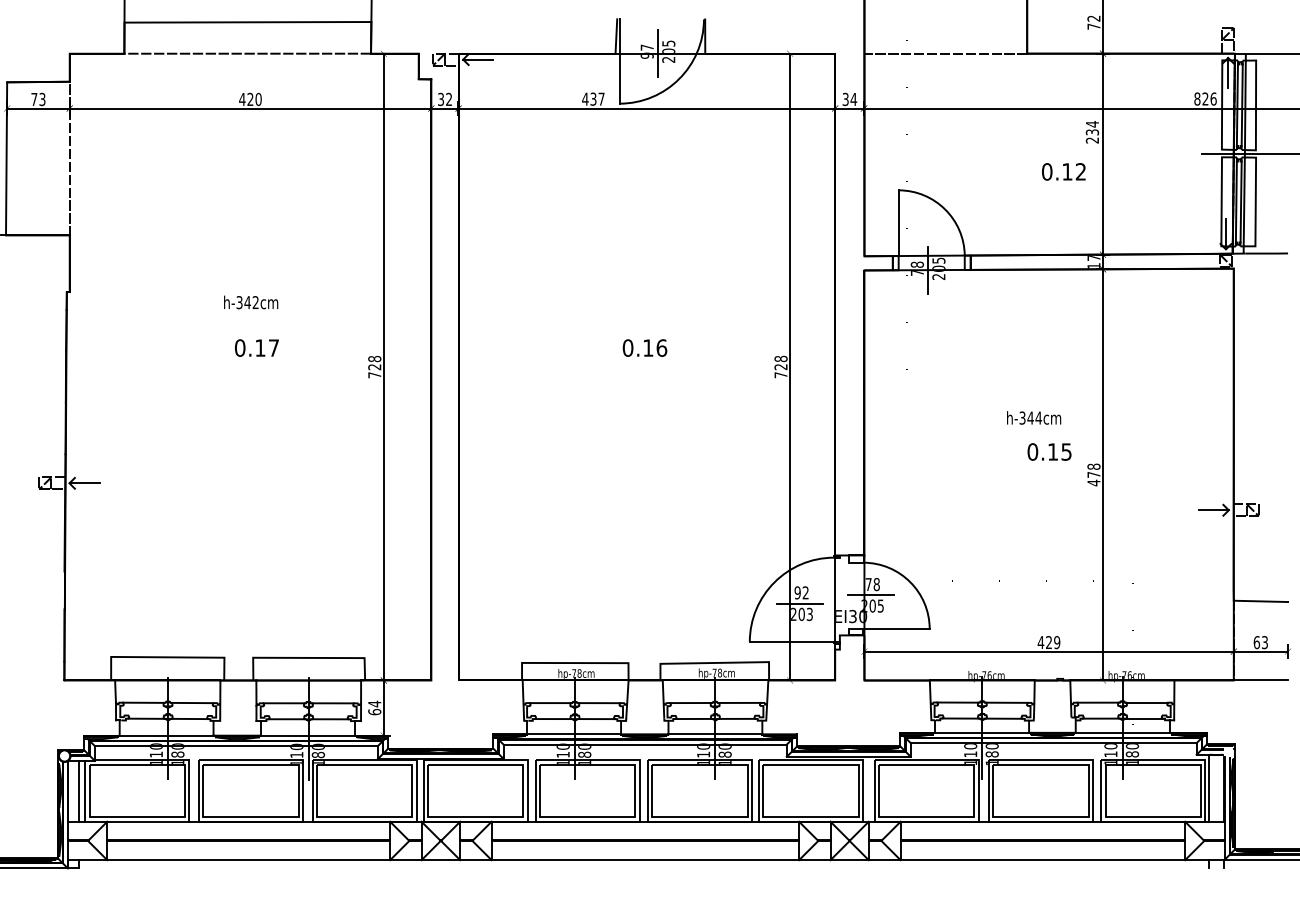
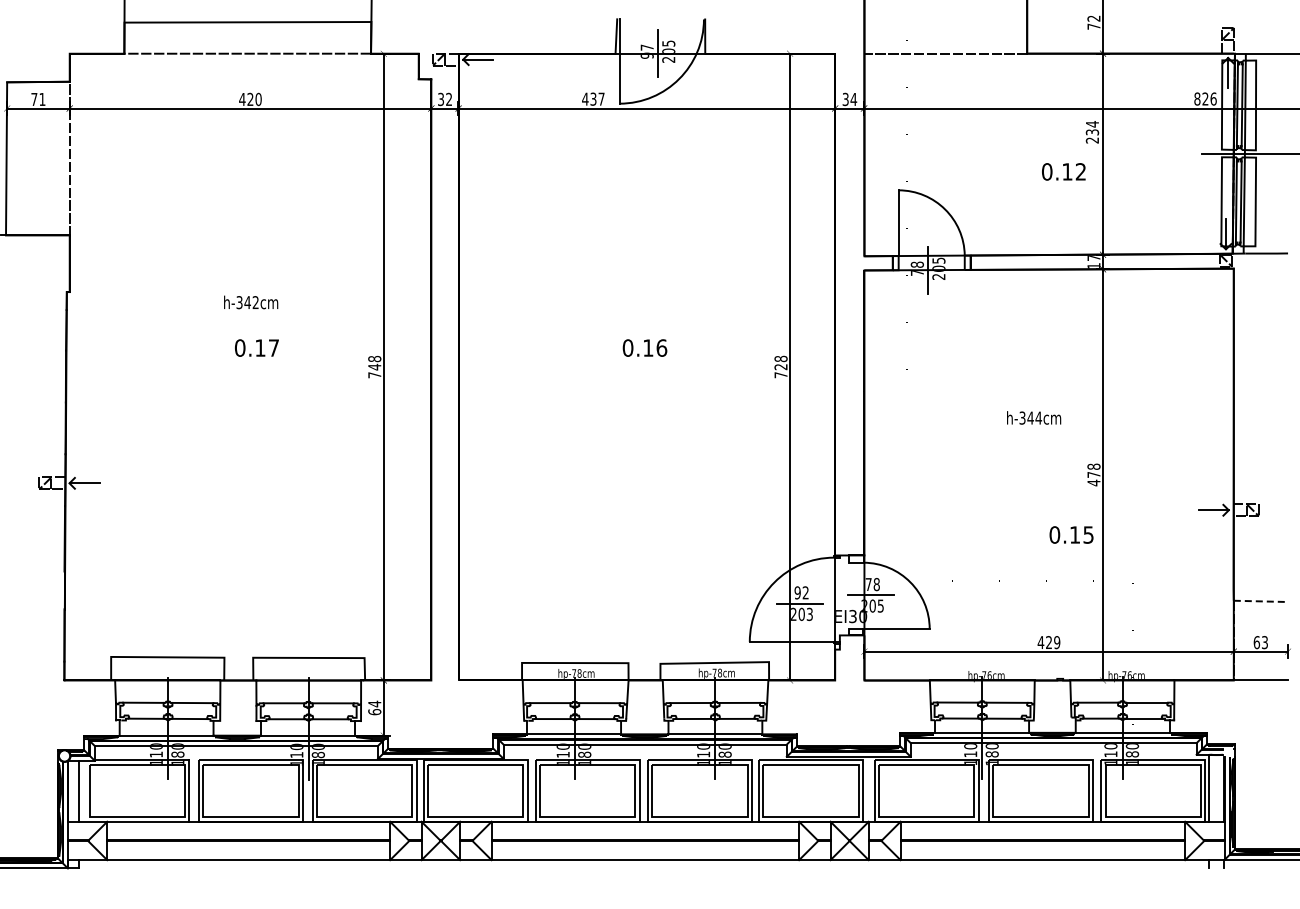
text at (42, 99): 73 -> 71
text at (374, 366): 728 -> 748
text at (1049, 451) position: (1049, 451) -> (1071, 534)
line at (1261, 601): solid -> dashed
line at (85, 790): present -> none
